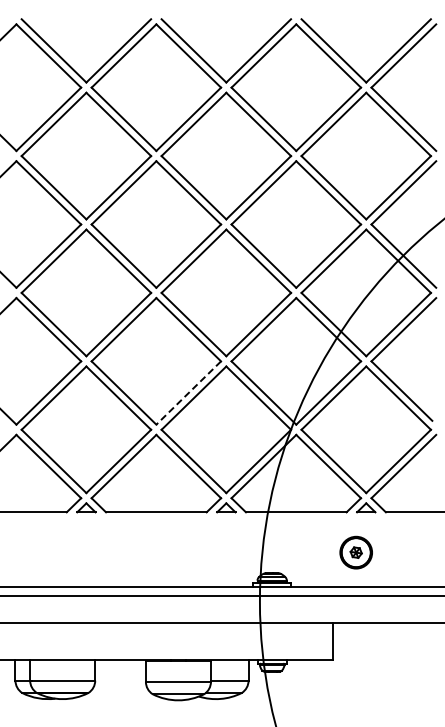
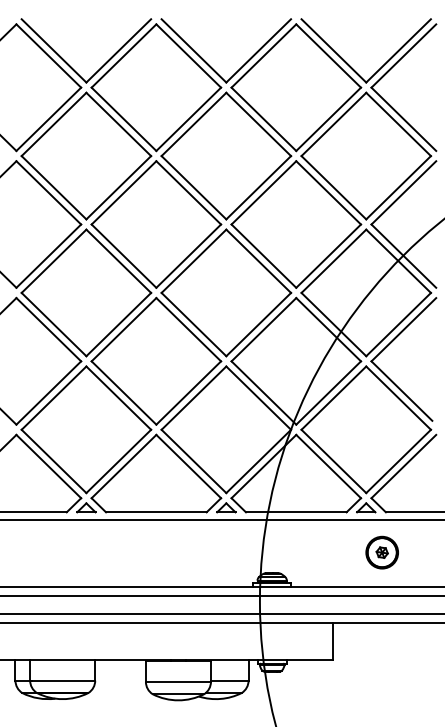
line at (188, 393): dashed -> solid
line at (221, 519): none -> present
part at (355, 552) position: (355, 552) -> (381, 552)
line at (221, 613): none -> present
